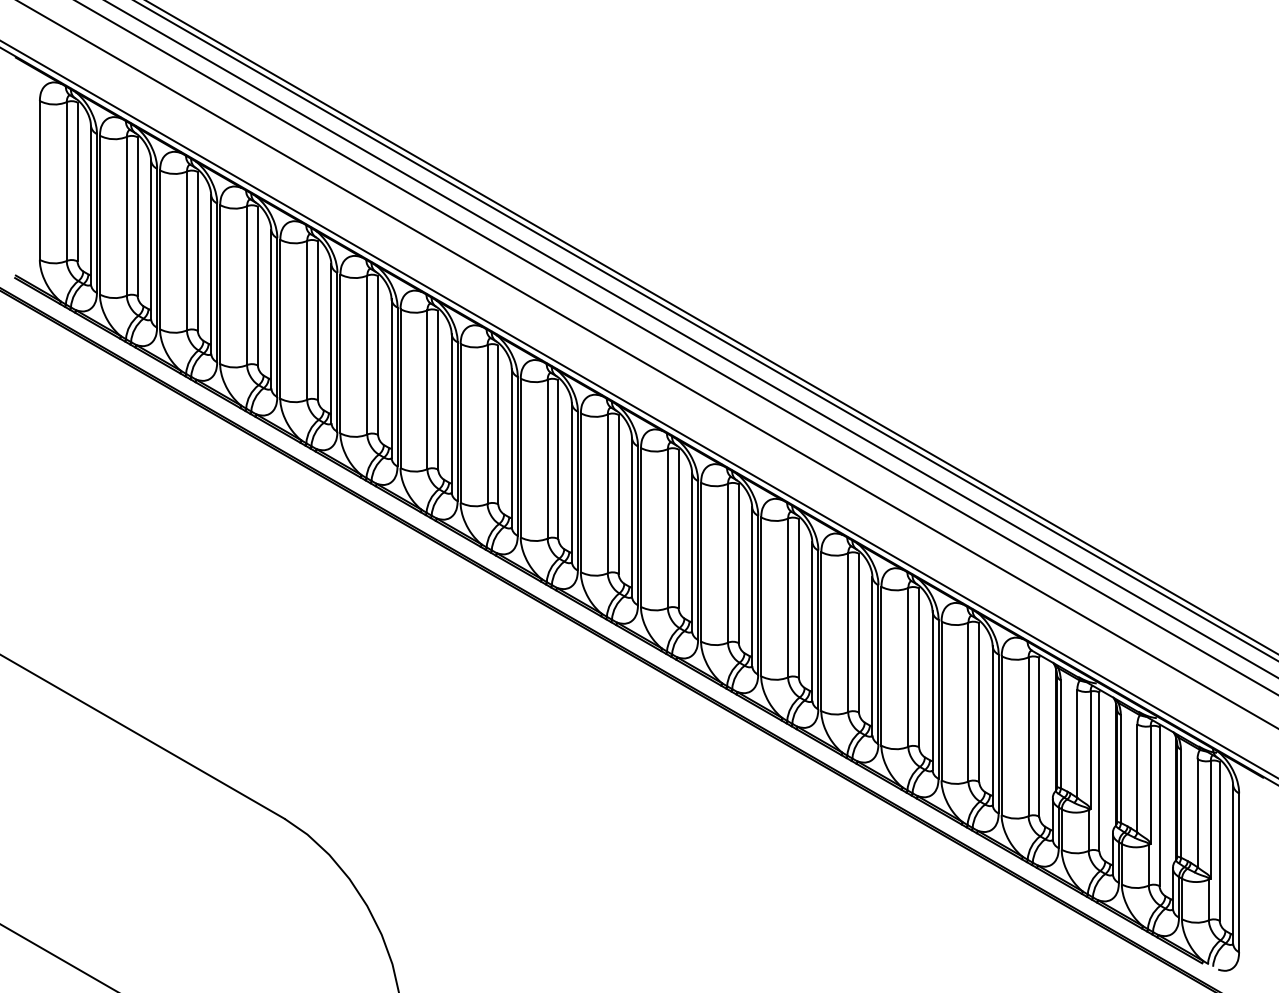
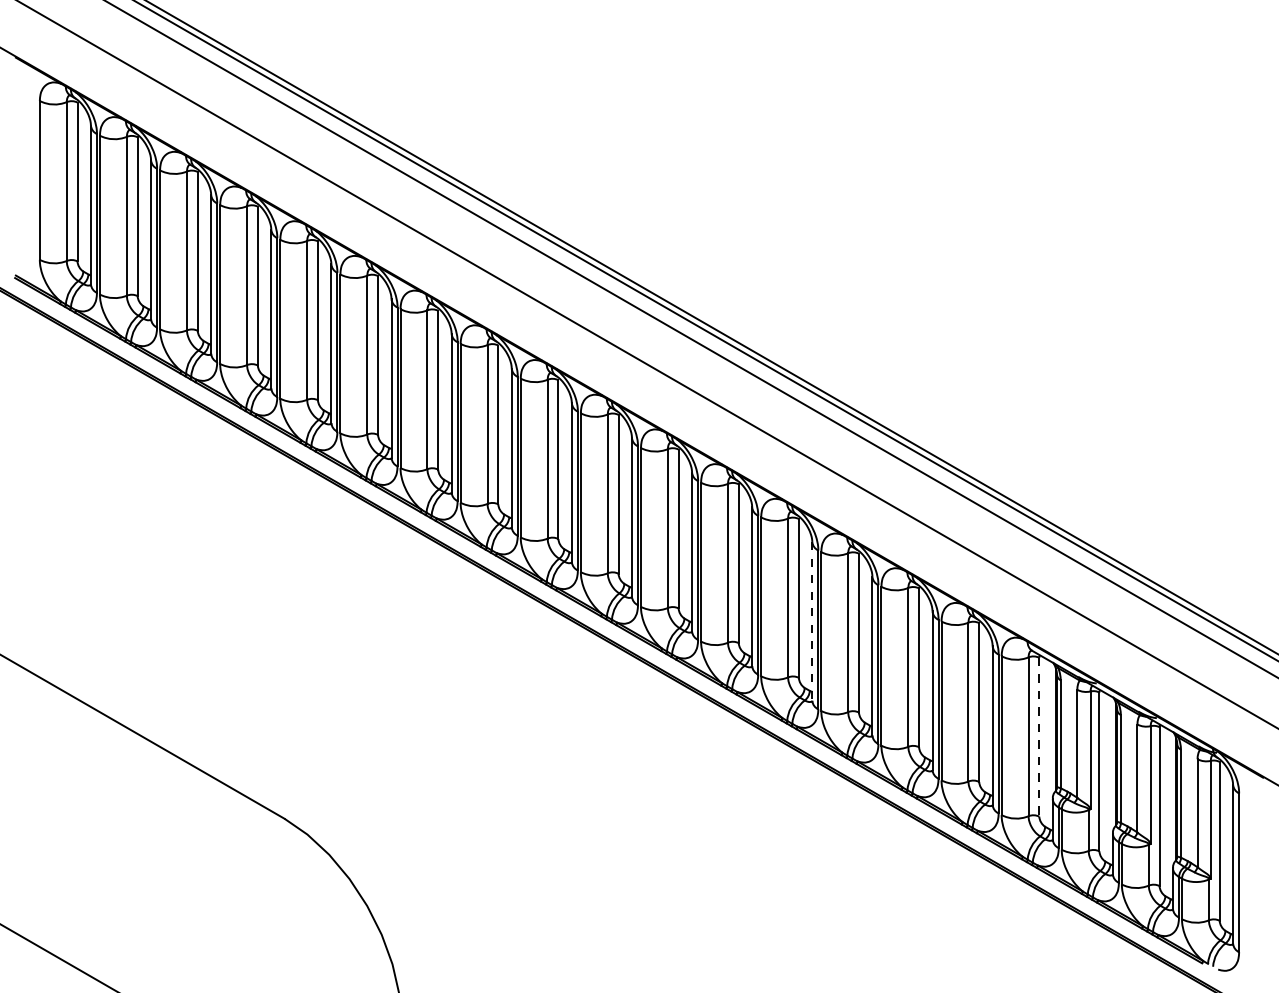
line at (676, 347): present -> none
line at (638, 408): present -> none
line at (812, 621): solid -> dashed
line at (1039, 737): solid -> dashed
